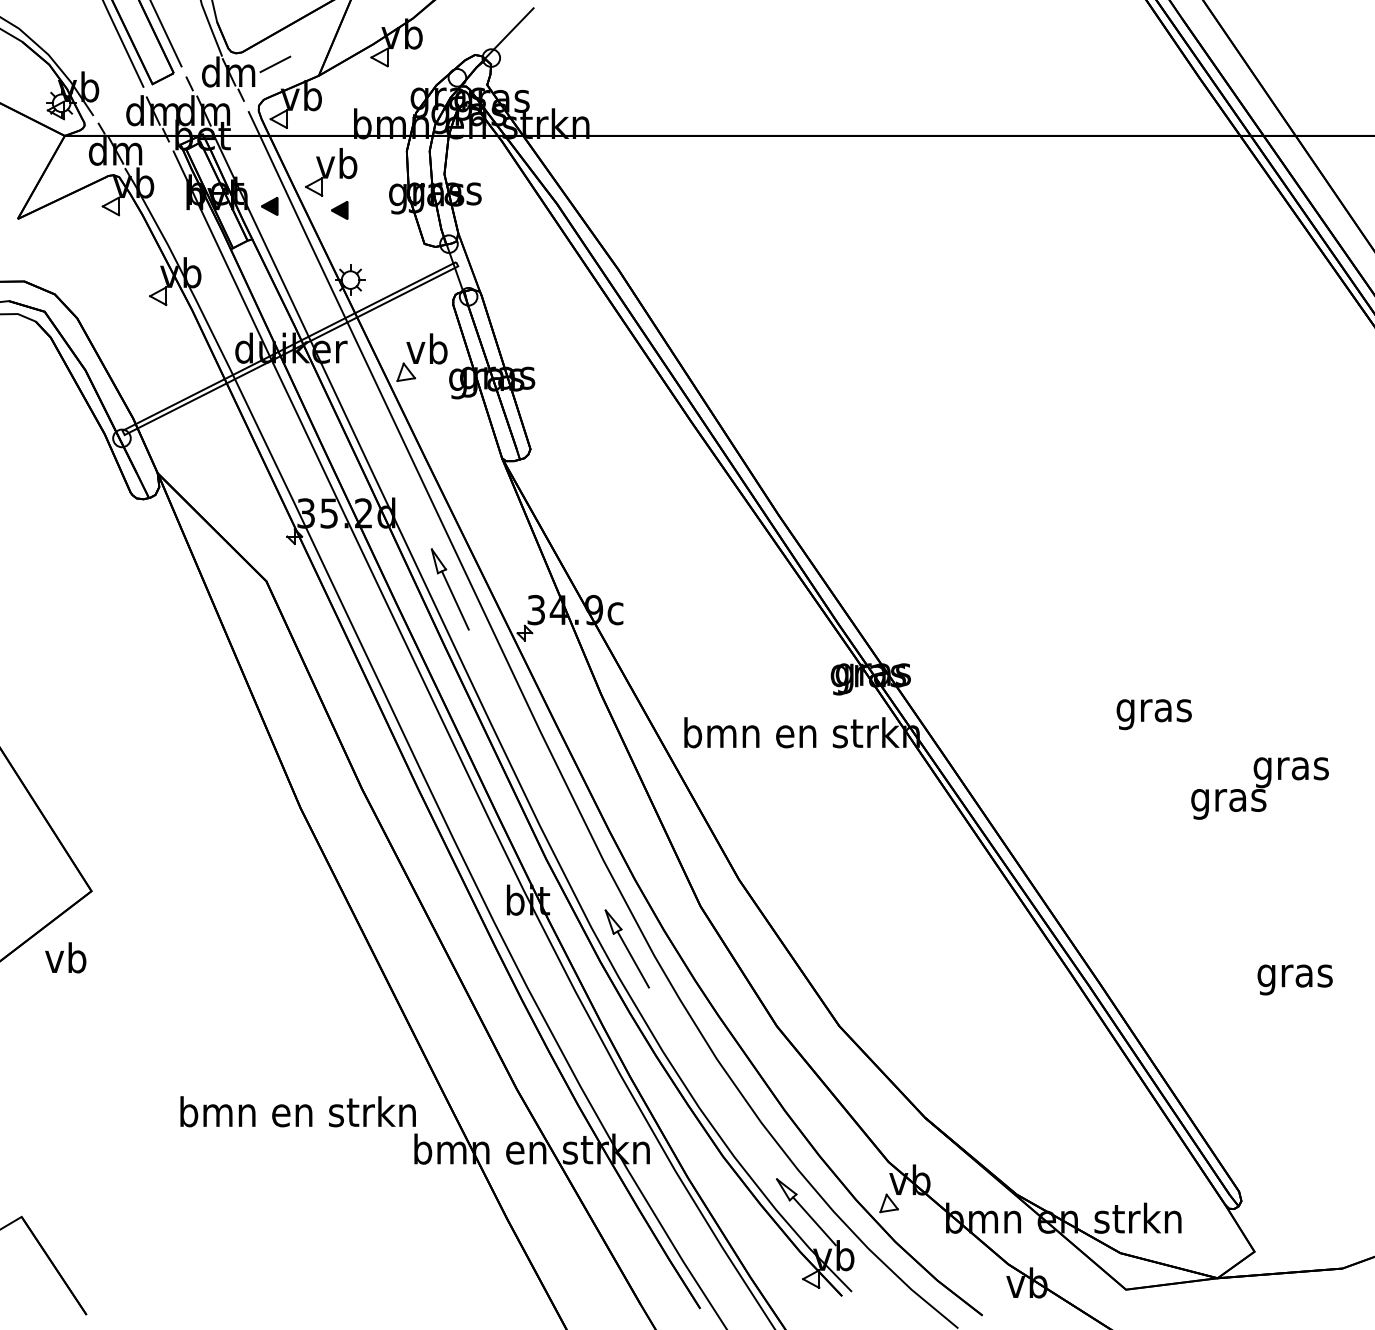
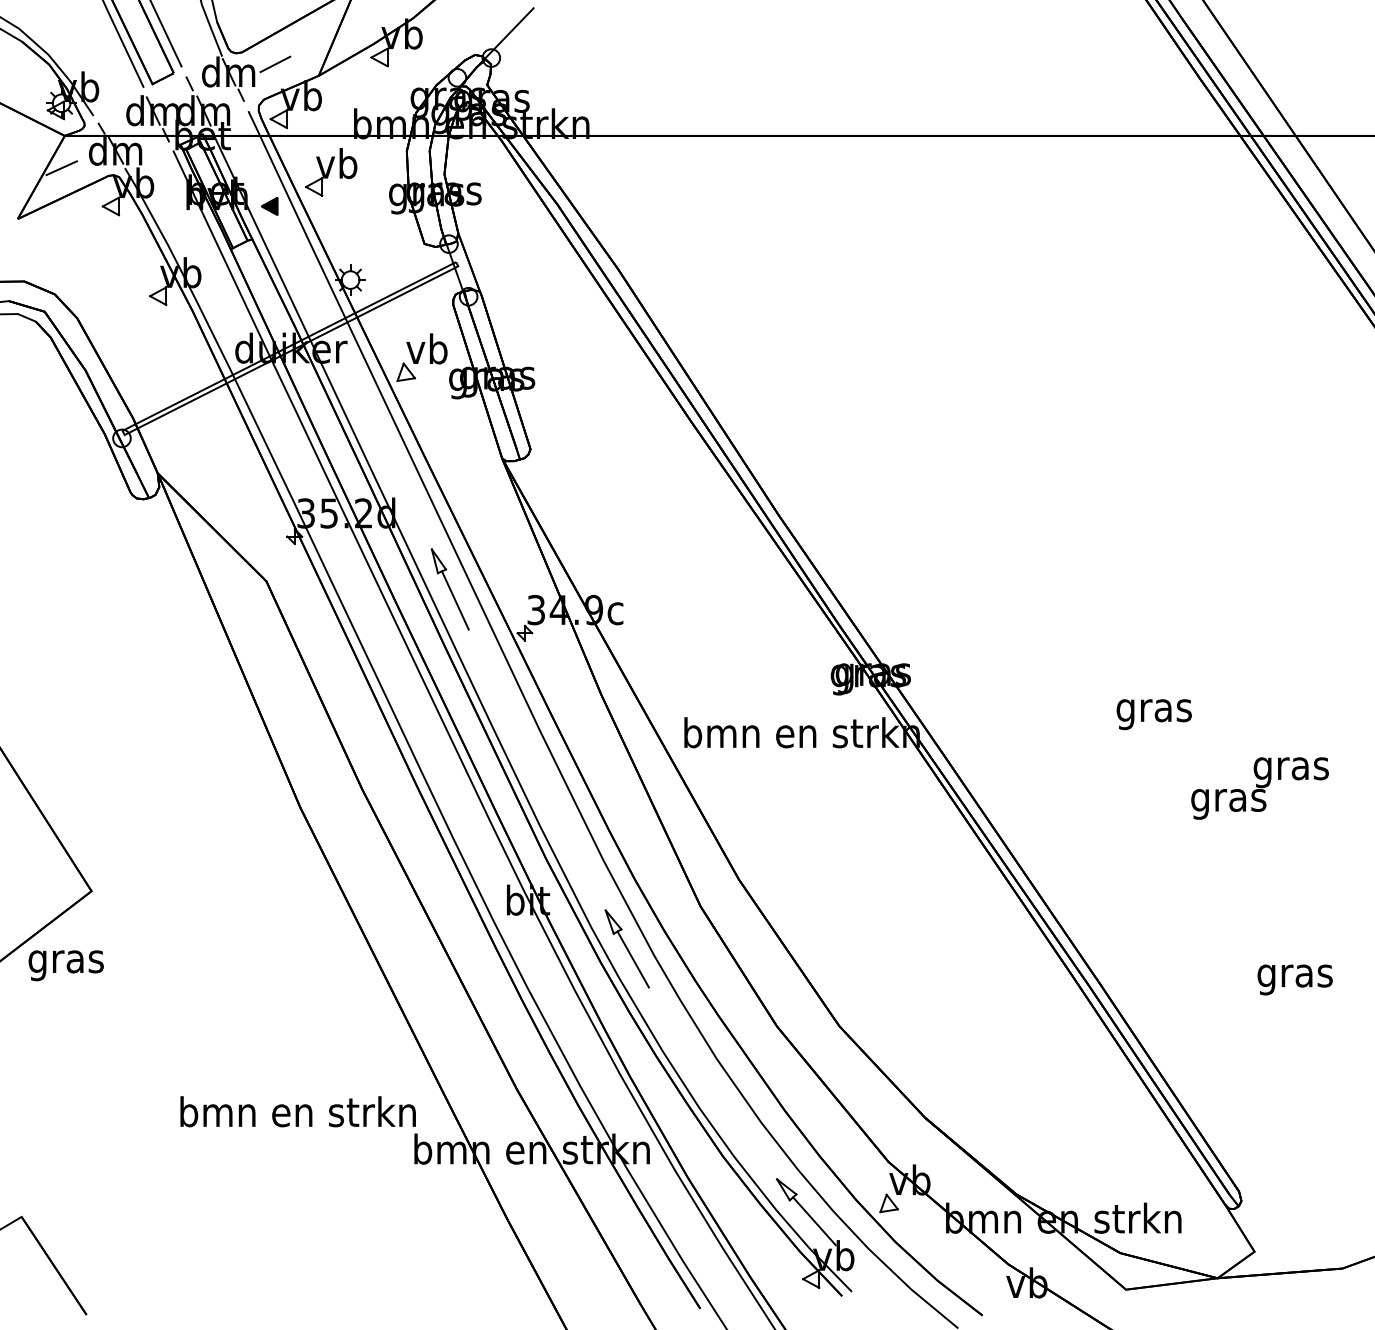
line at (59, 168): none -> present
part at (339, 210): present -> none
text at (65, 961): vb -> gras
